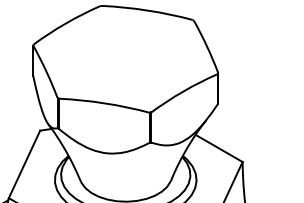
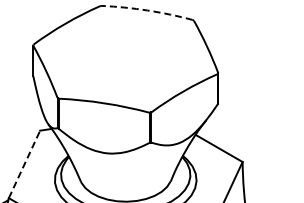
arc at (147, 10): solid -> dashed
line at (24, 163): solid -> dashed
